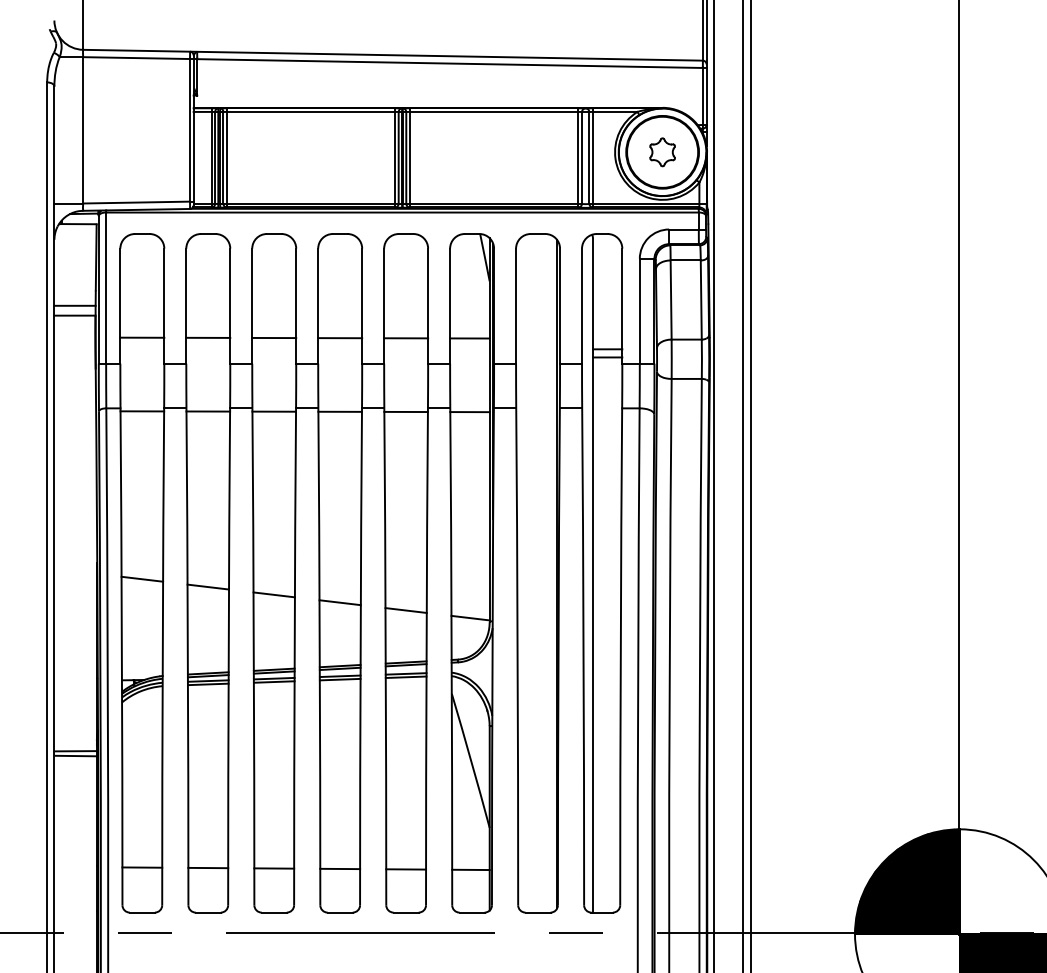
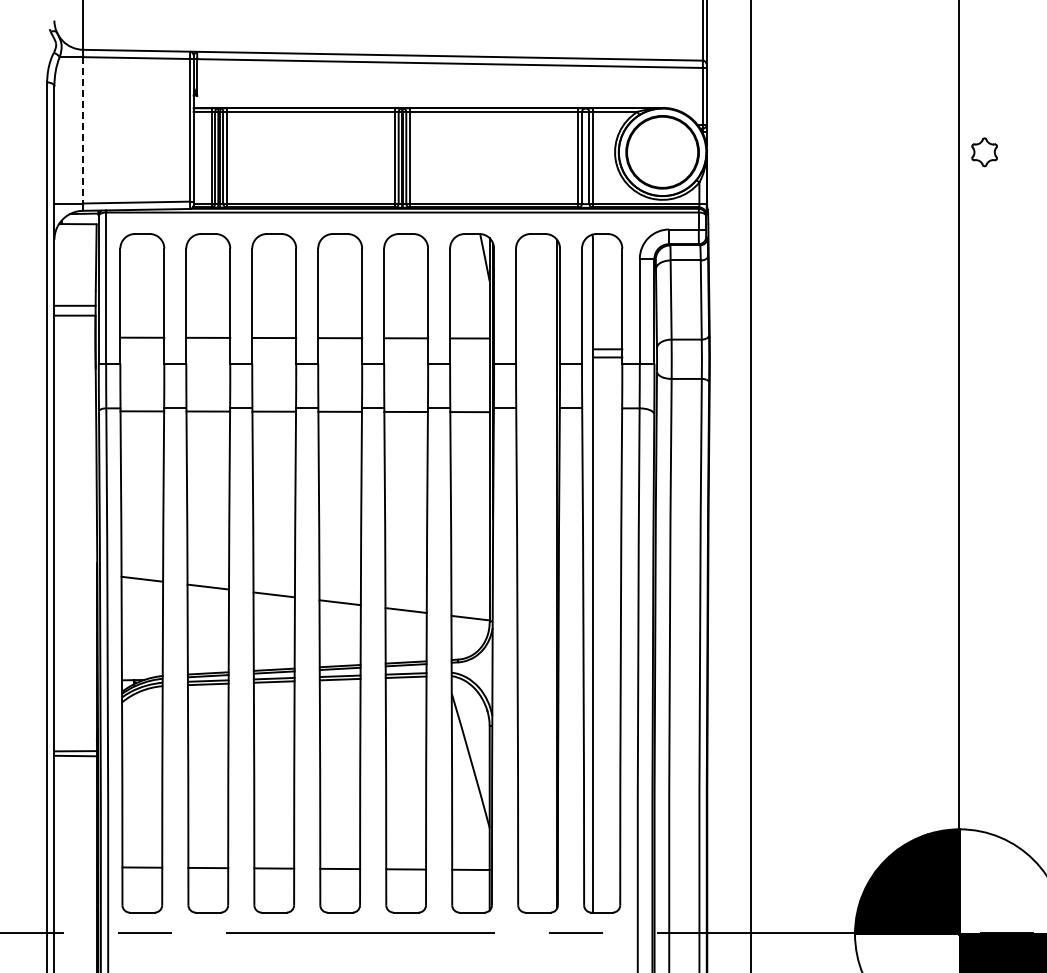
line at (83, 130): solid -> dashed
part at (662, 152) position: (662, 152) -> (984, 152)
line at (713, 485): present -> none
line at (743, 485): present -> none
